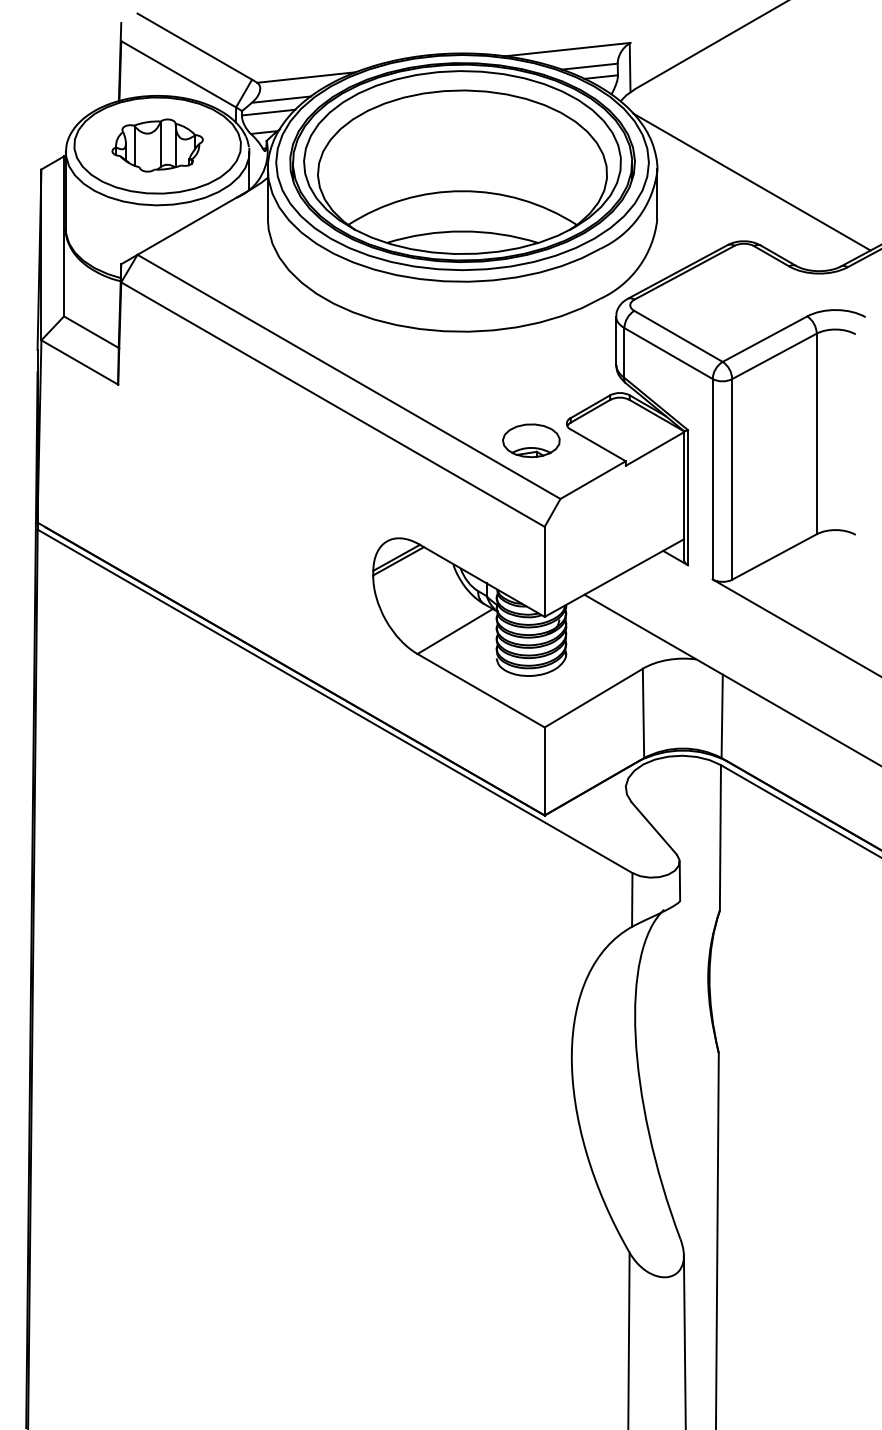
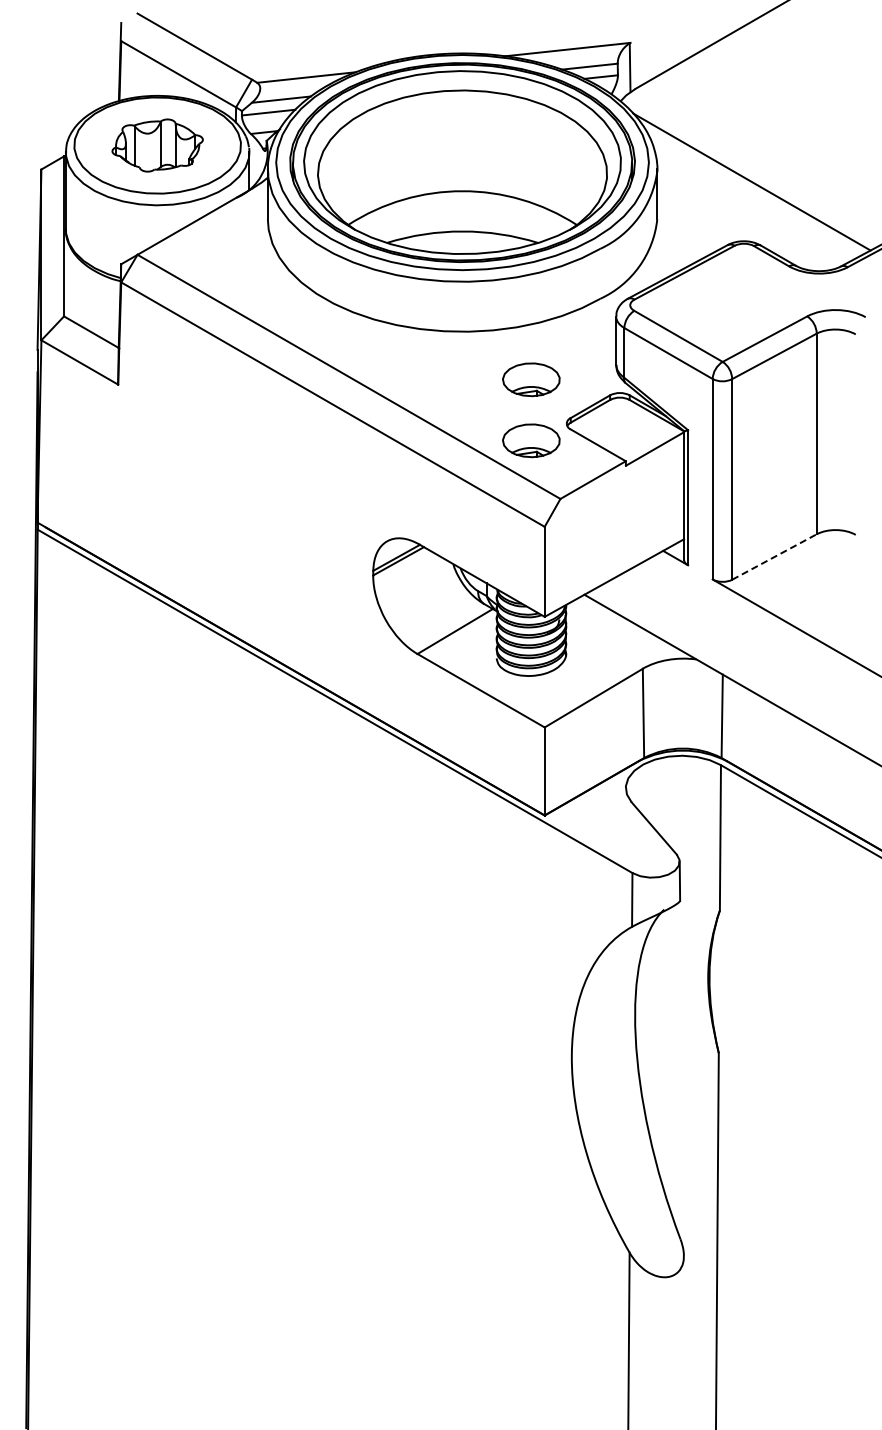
part at (531, 379): none -> present
line at (774, 556): solid -> dashed
line at (684, 1340): present -> none
